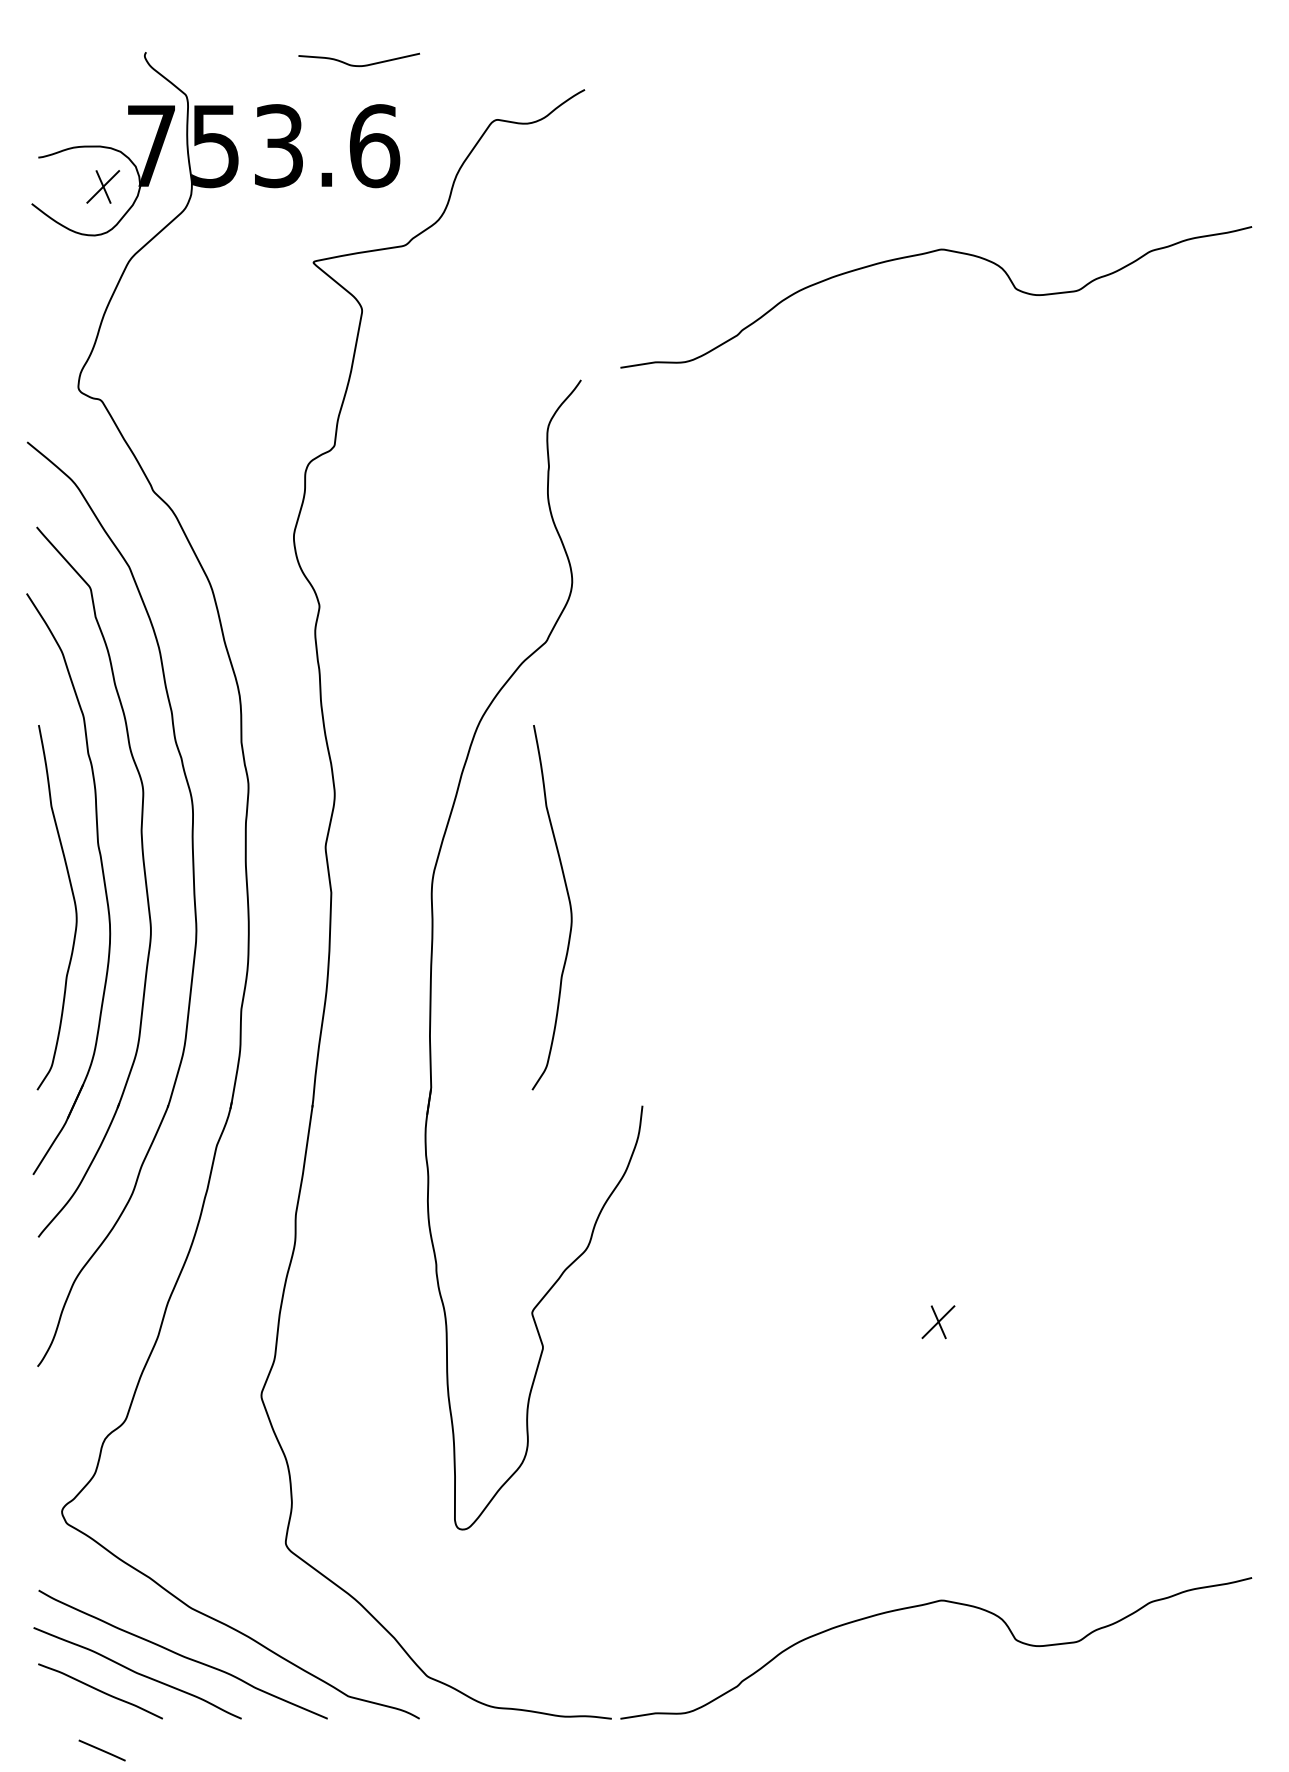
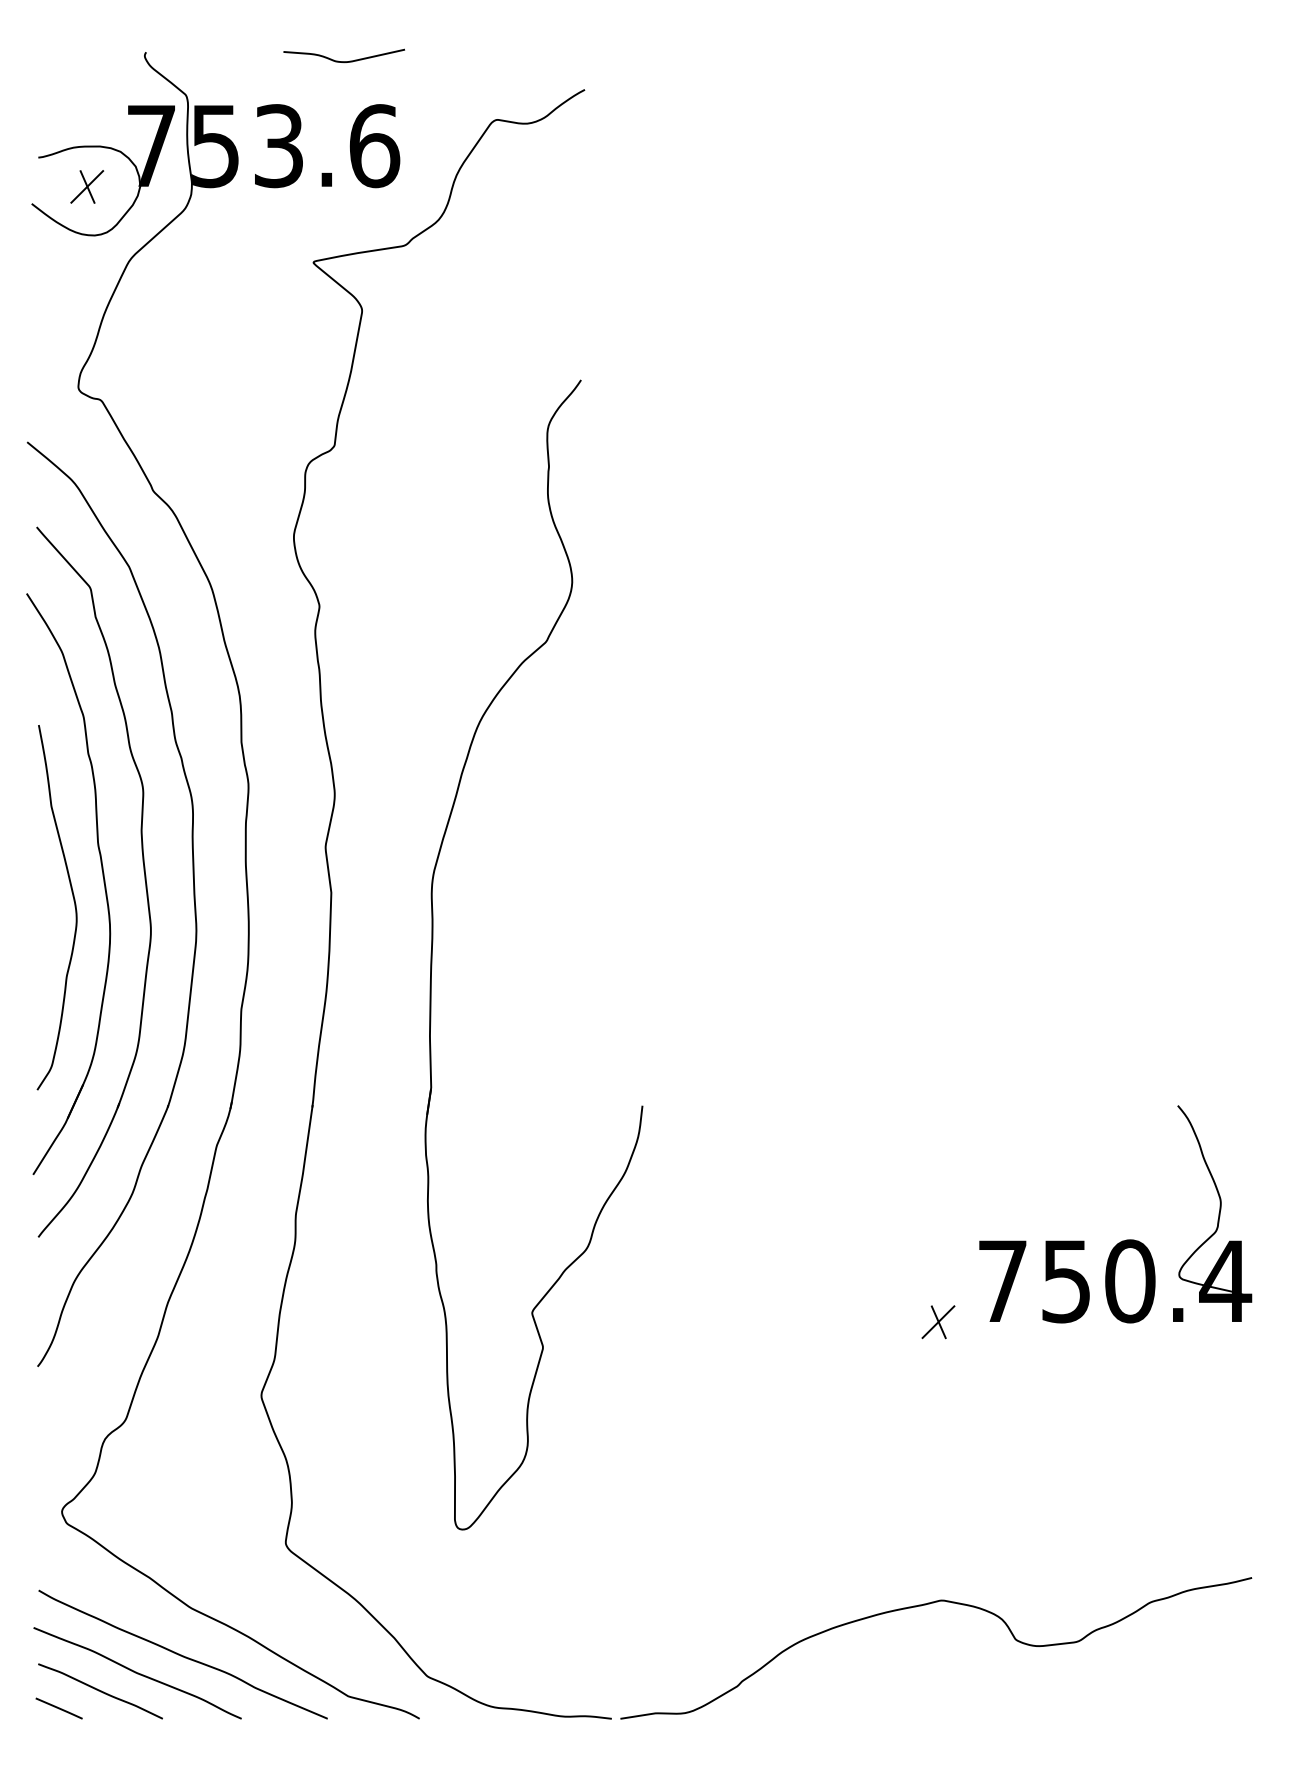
curve at (359, 65) position: (359, 65) -> (344, 61)
part at (103, 186) position: (103, 186) -> (87, 186)
curve at (925, 254): present -> none
curve at (569, 907): present -> none
part at (1122, 1240): none -> present
line at (101, 1750) position: (101, 1750) -> (58, 1708)
